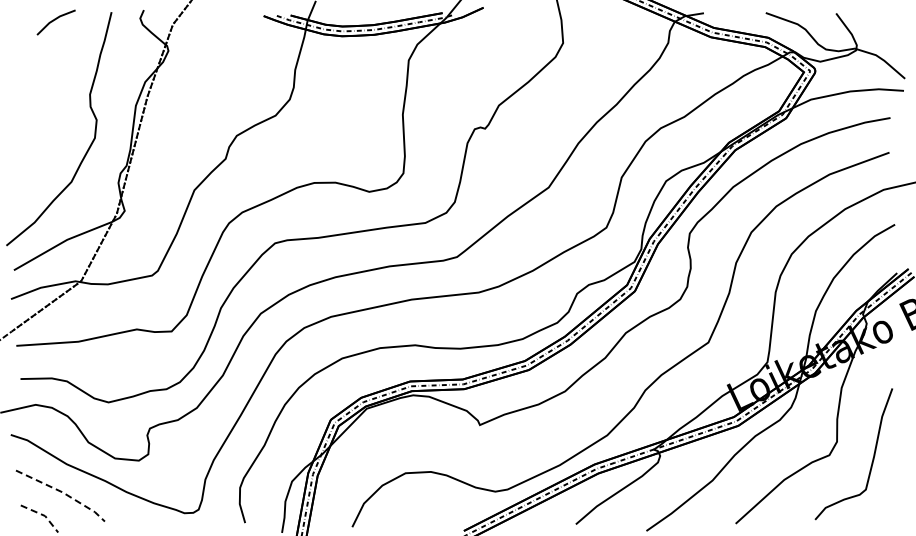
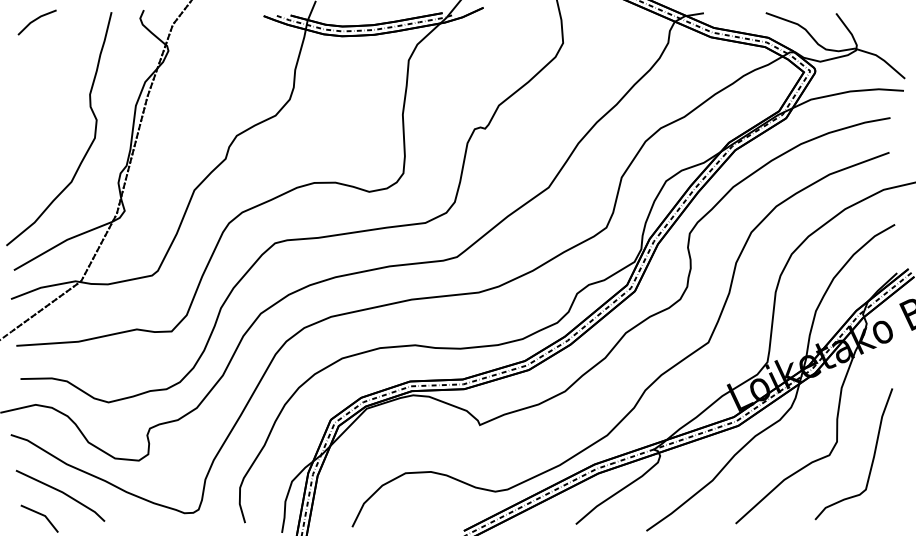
line at (55, 20) position: (55, 20) -> (36, 20)
line at (62, 492): dashed -> solid
line at (43, 515): dashed -> solid
